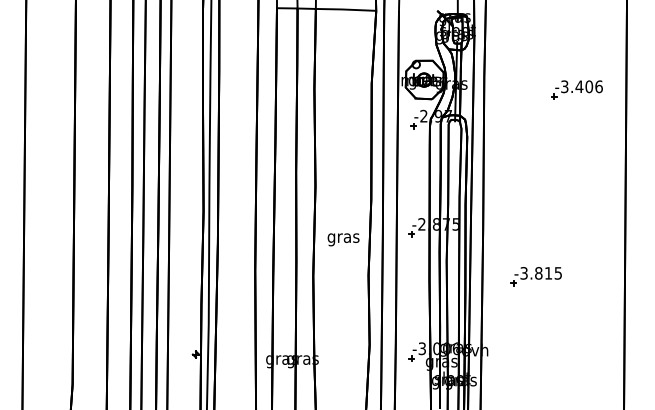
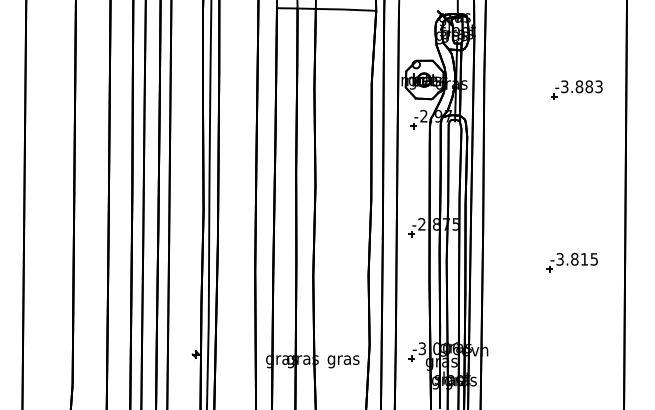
text at (588, 86): -3.406 -> -3.883
text at (343, 239) position: (343, 239) -> (343, 361)
part at (535, 276) position: (535, 276) -> (571, 262)
